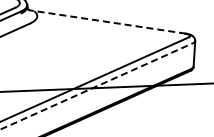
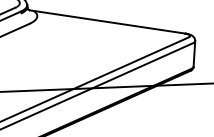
line at (107, 22): dashed -> solid
line at (97, 86): dashed -> solid
